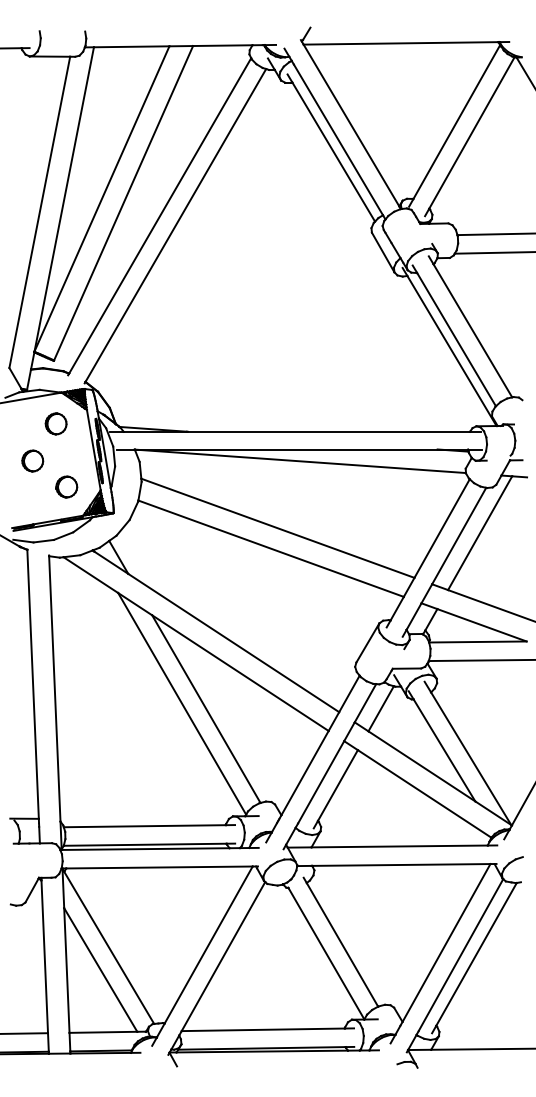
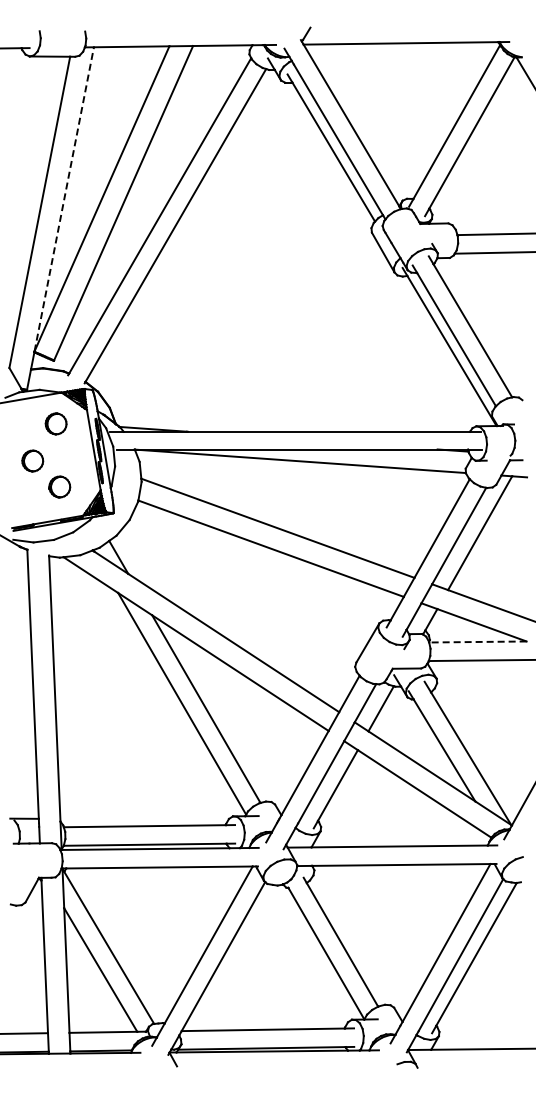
line at (64, 199): solid -> dashed
part at (66, 486) position: (66, 486) -> (59, 486)
line at (477, 641): solid -> dashed
